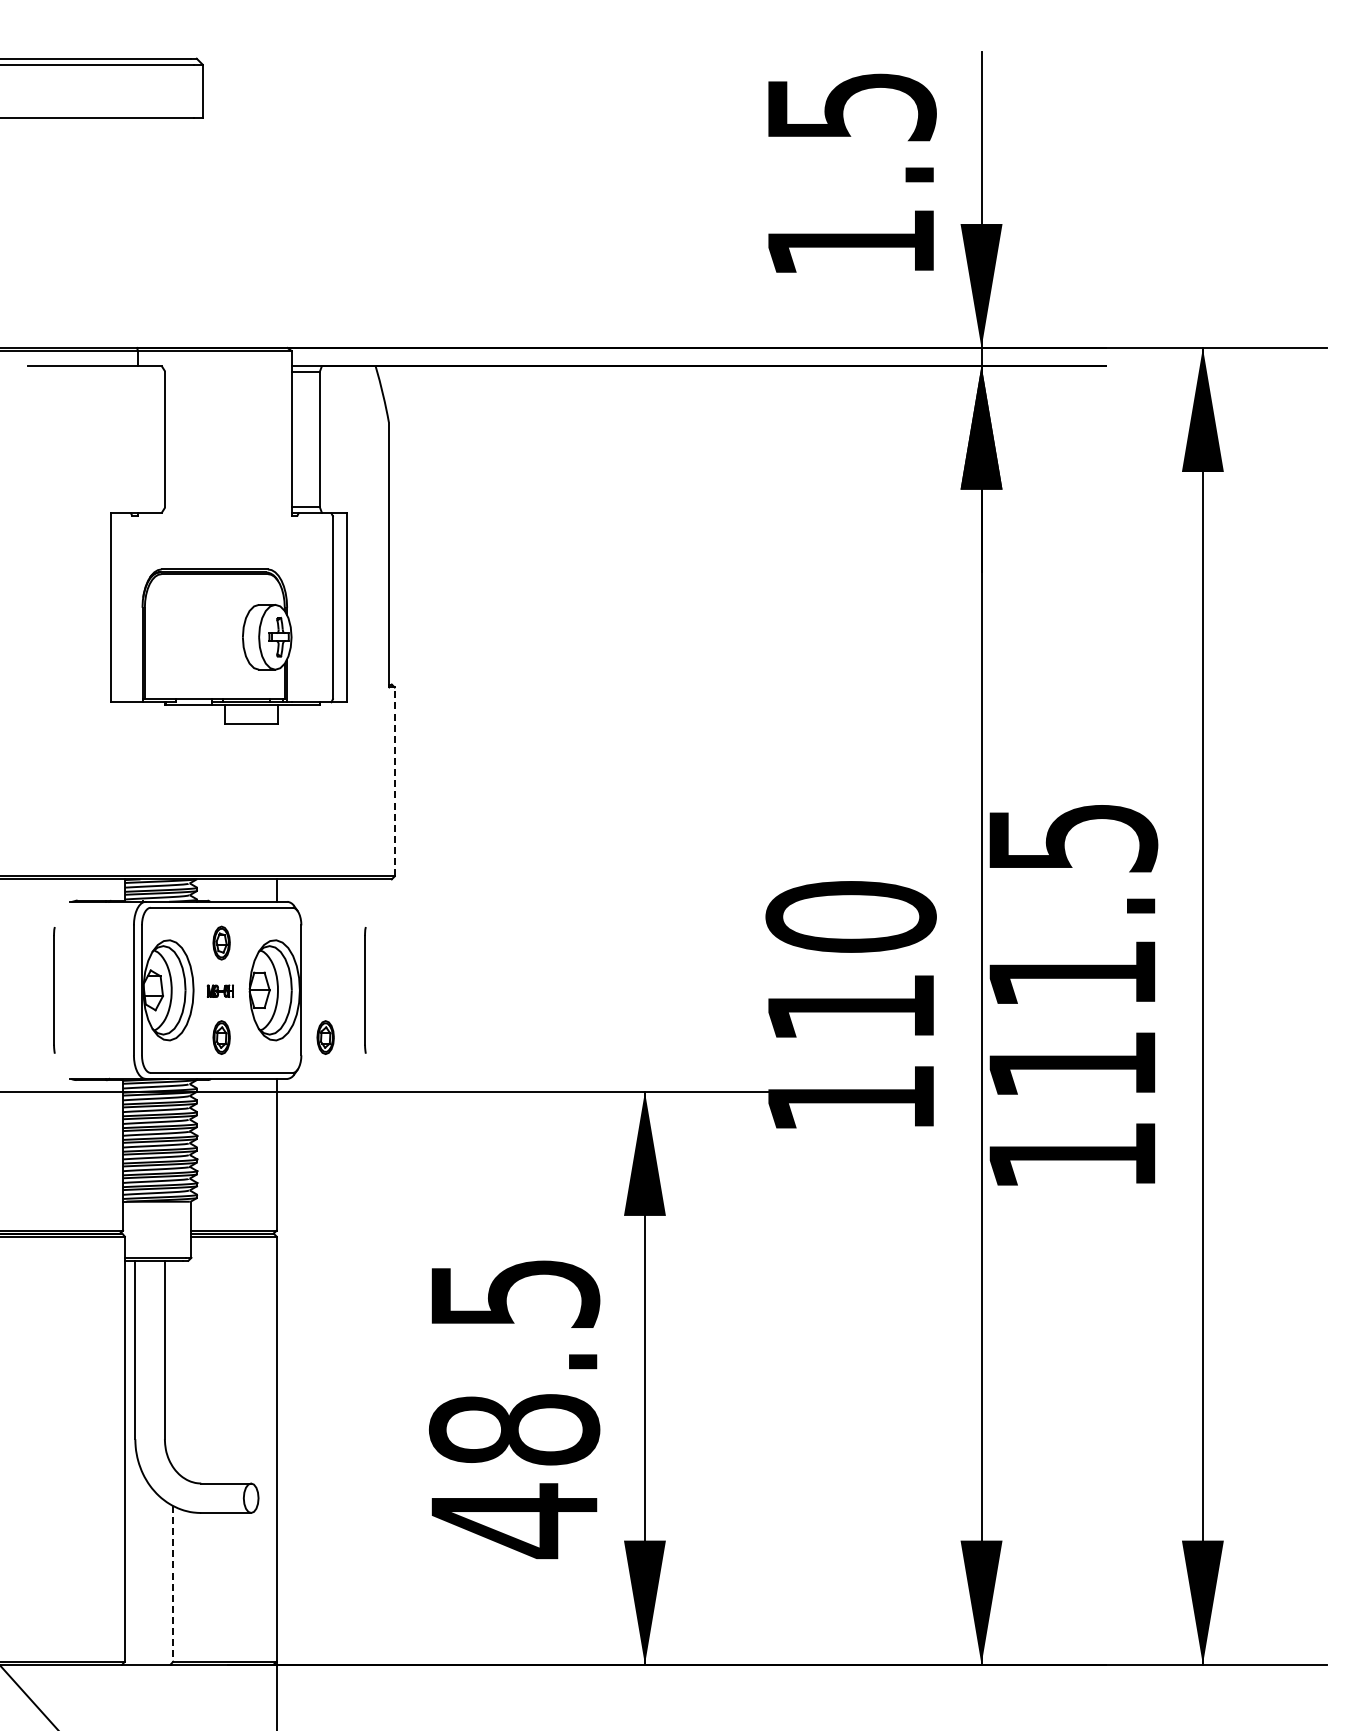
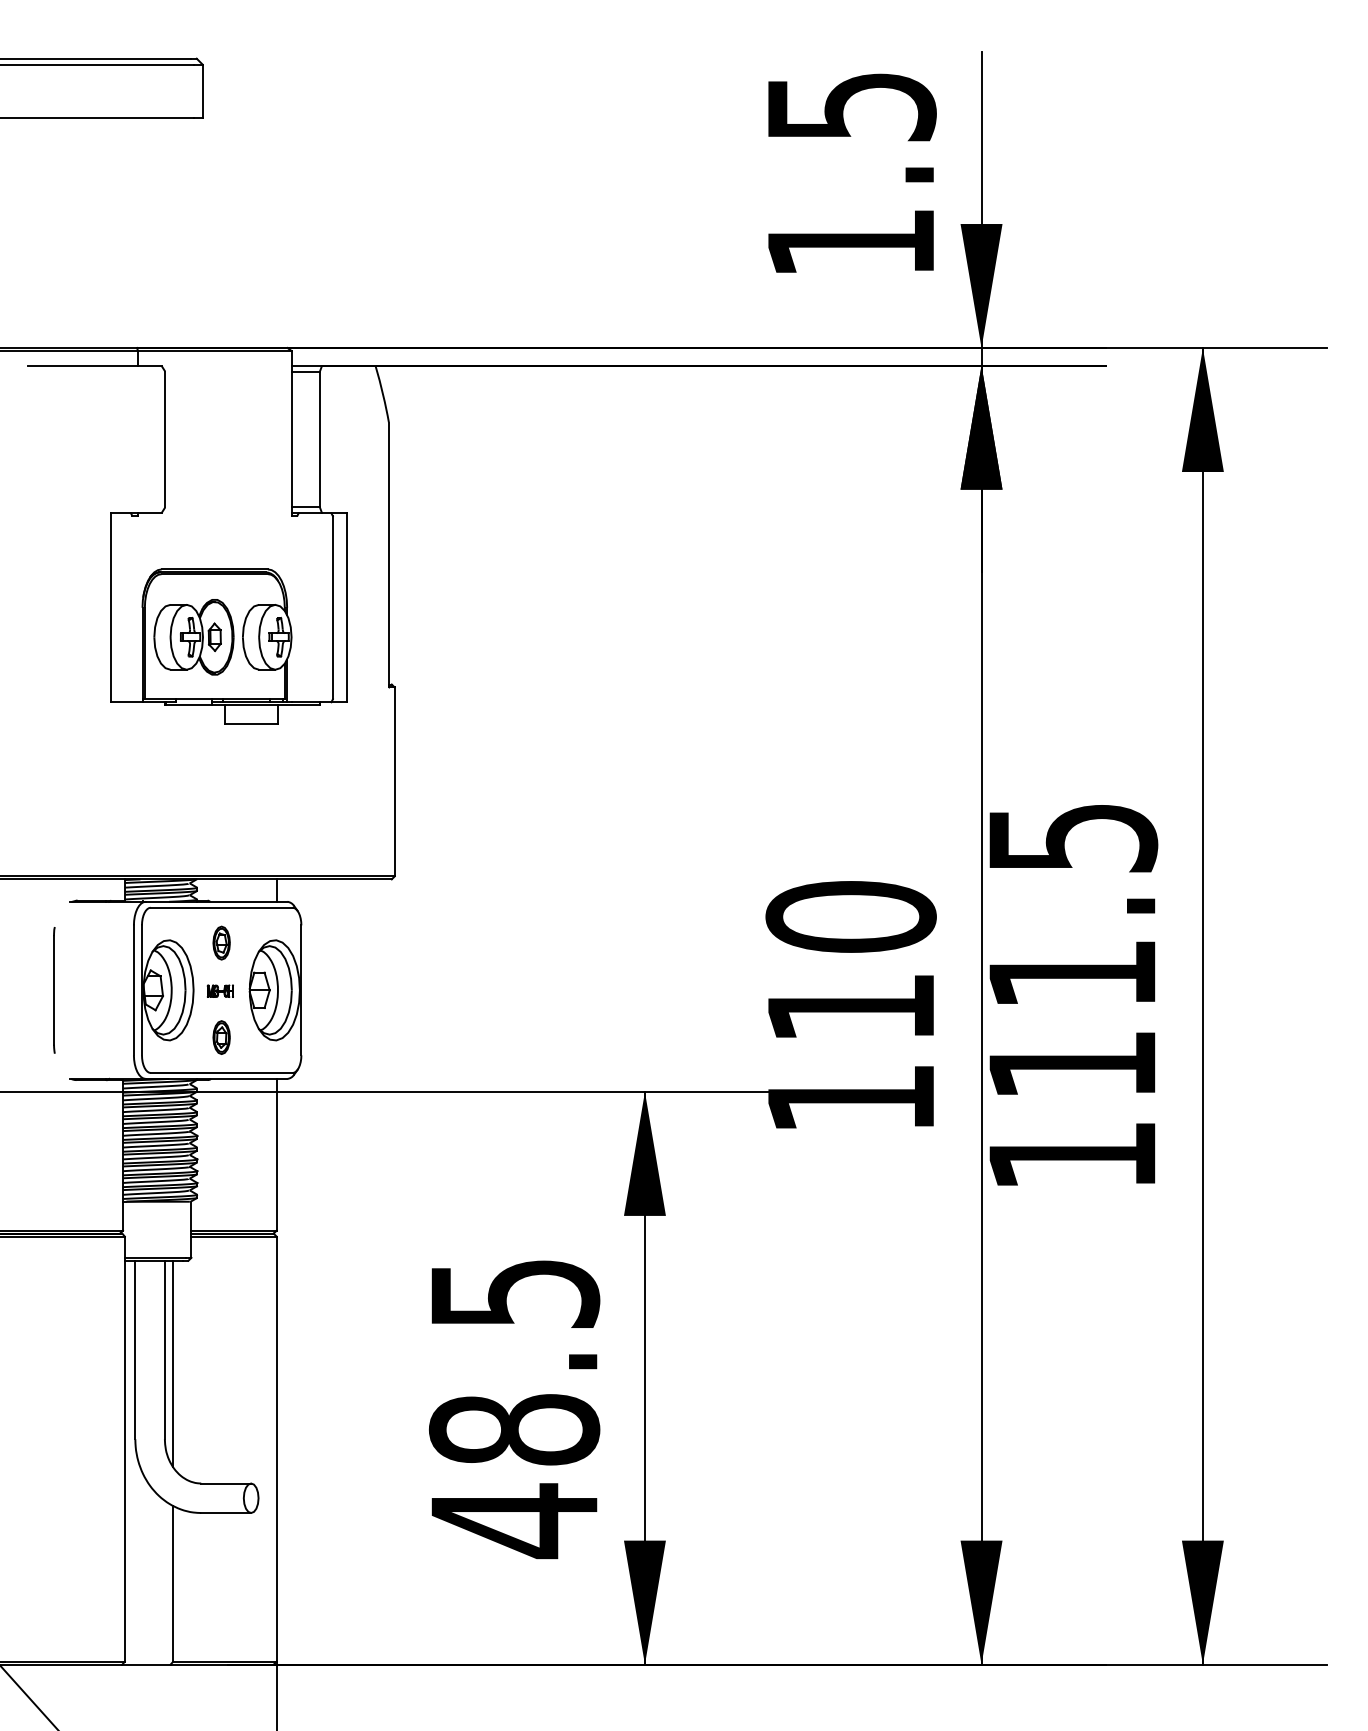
part at (193, 637): none -> present
line at (394, 781): dashed -> solid
line at (365, 990): present -> none
part at (325, 1037): present -> none
line at (173, 1363): none -> present
line at (173, 1583): dashed -> solid
